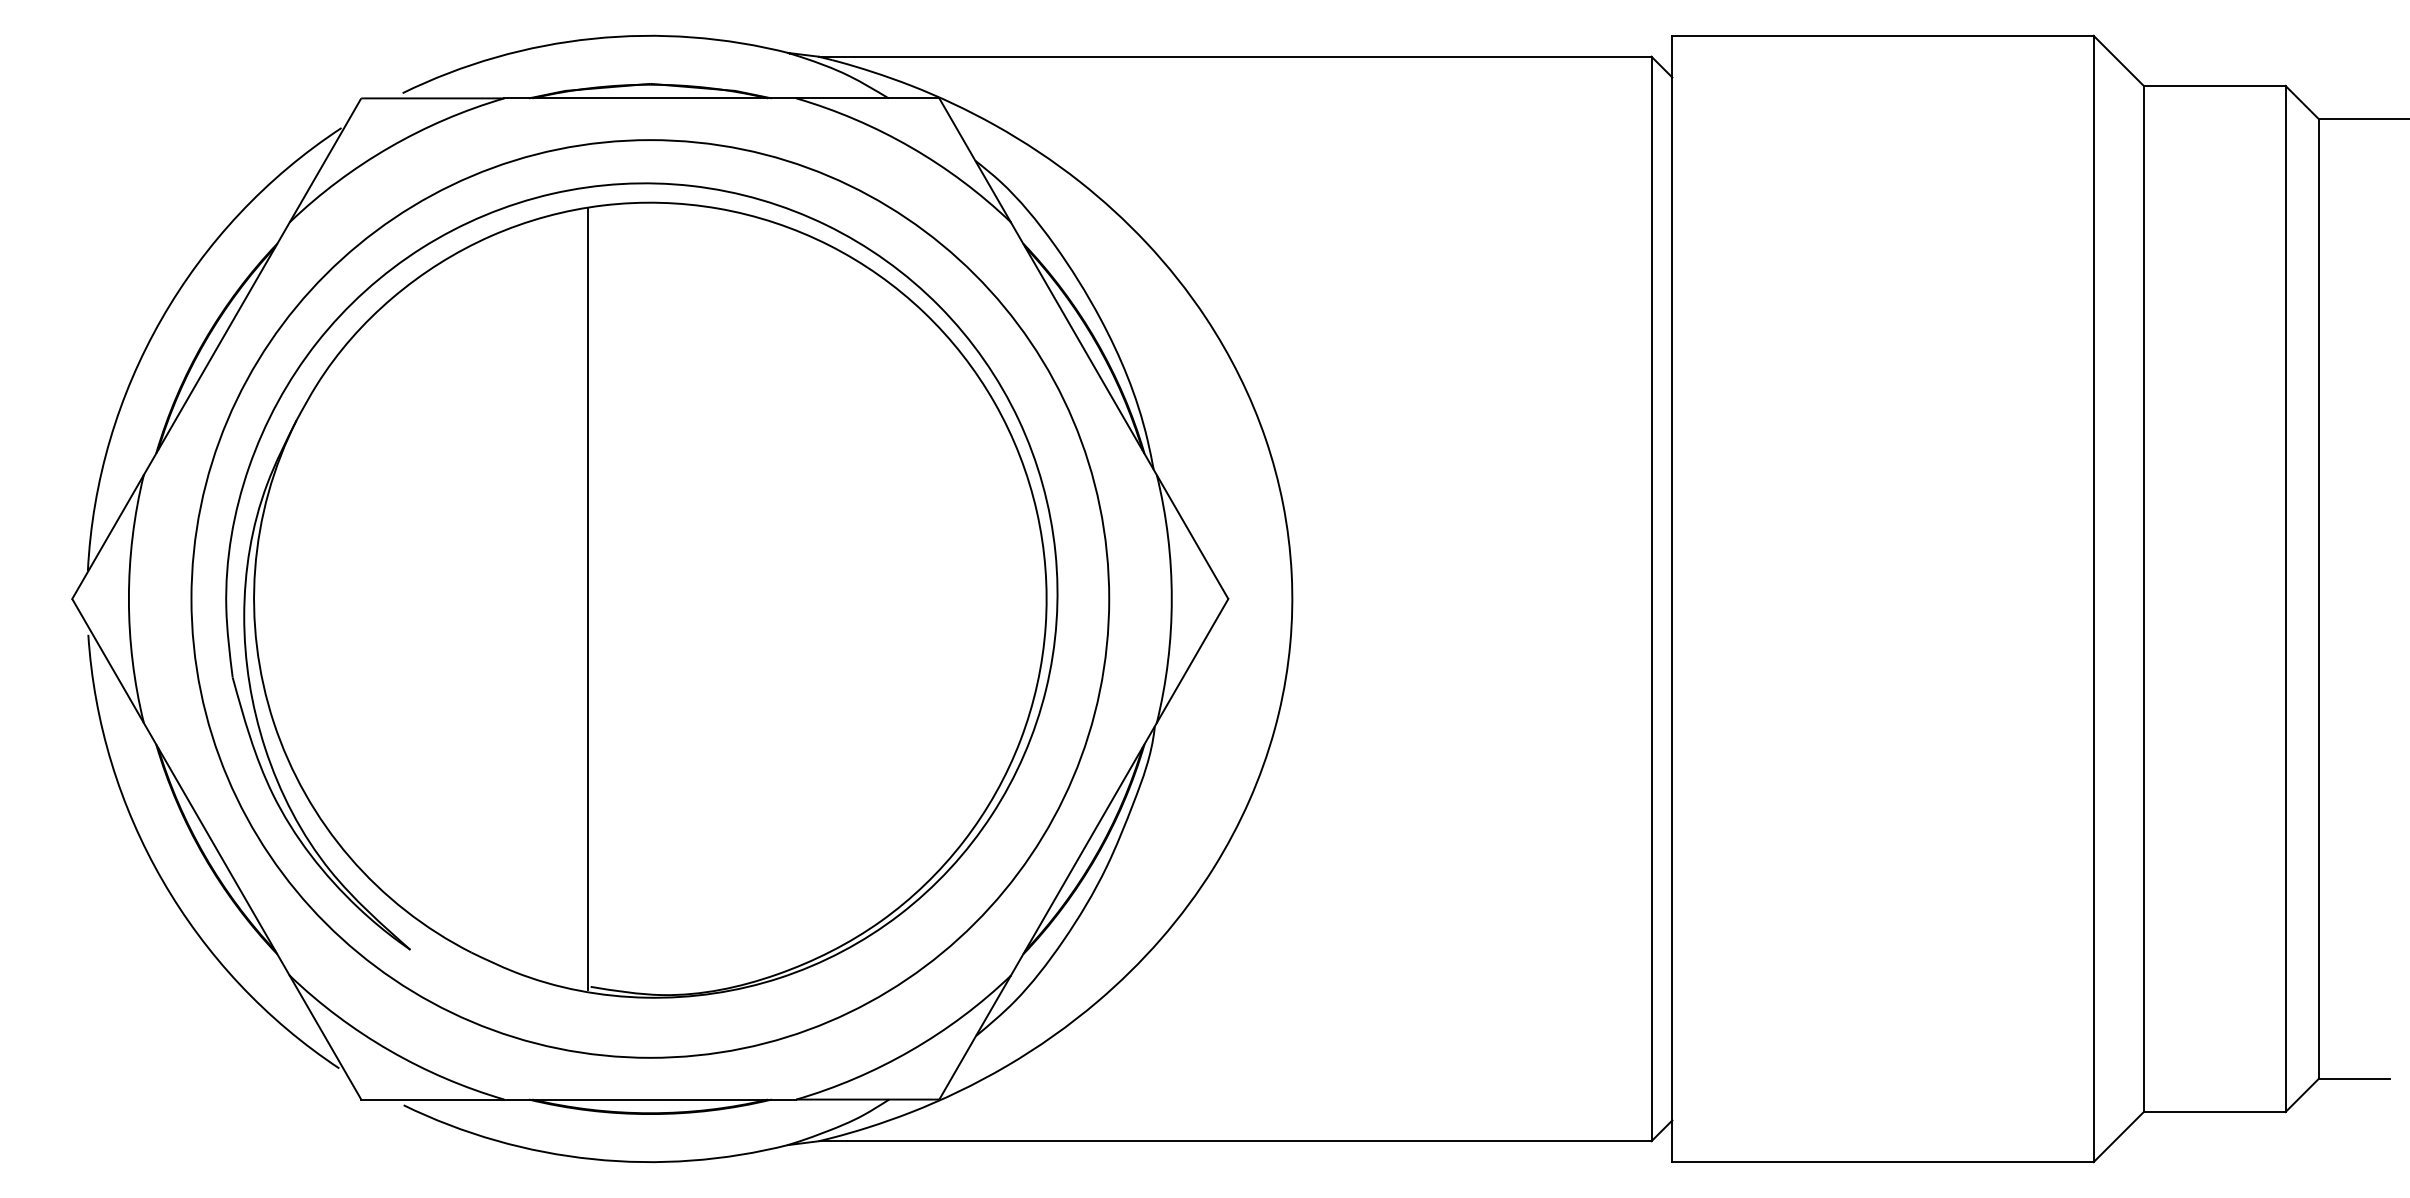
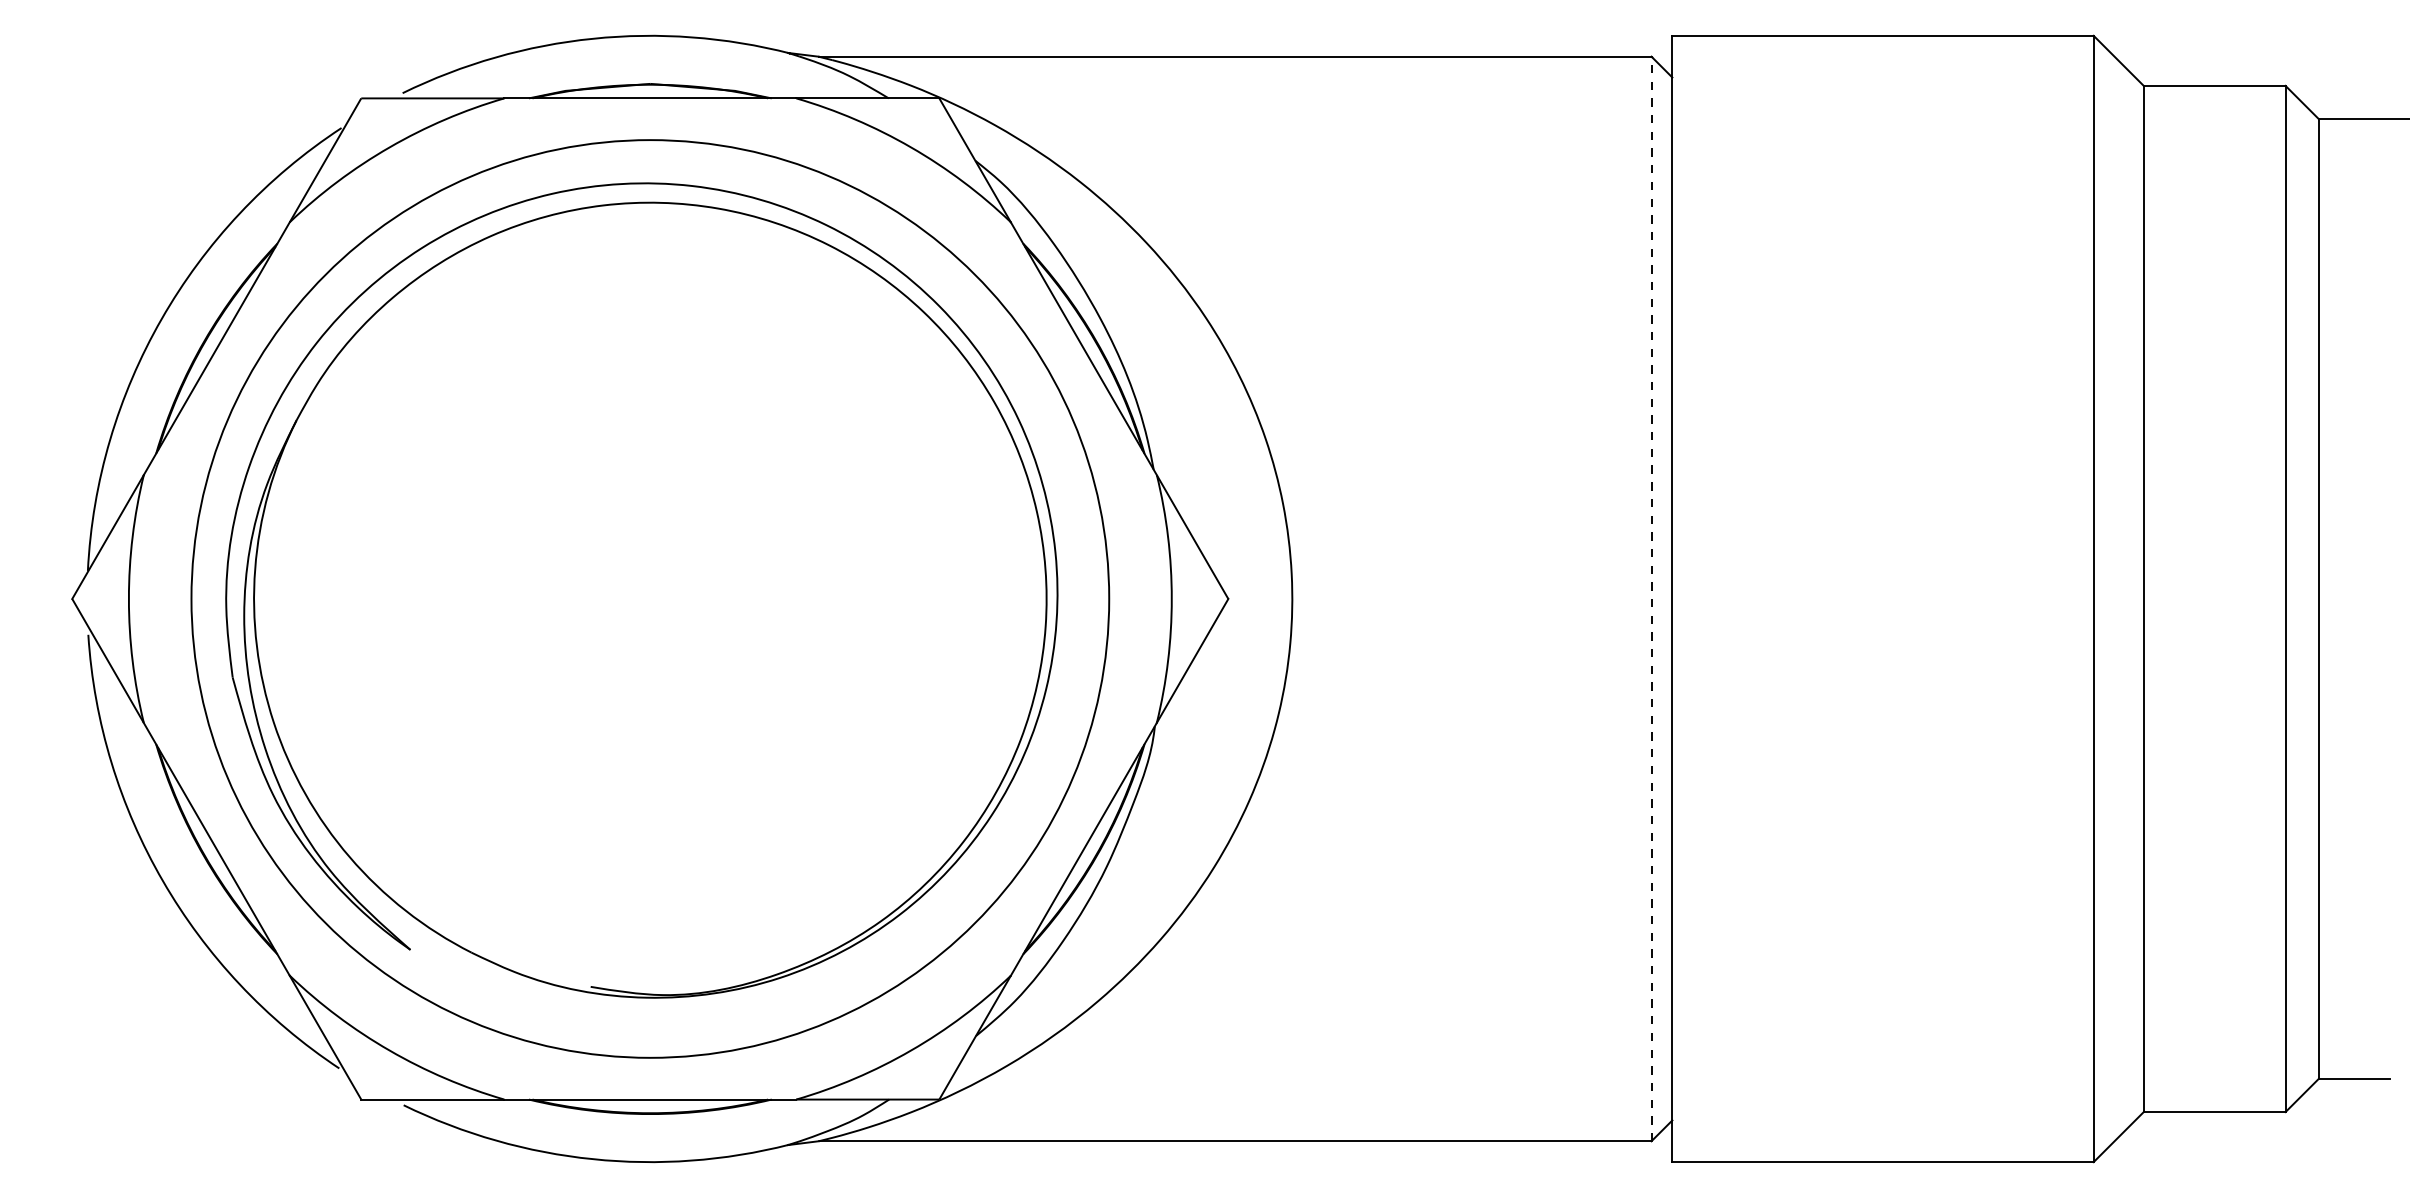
line at (587, 598): present -> none
line at (1651, 598): solid -> dashed
